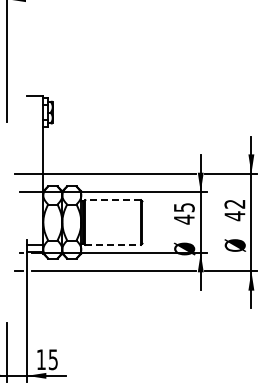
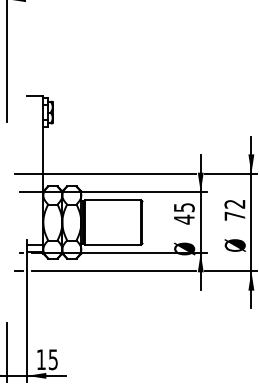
line at (113, 200): dashed -> solid
text at (234, 216): 42 -> 72
line at (113, 244): dashed -> solid
